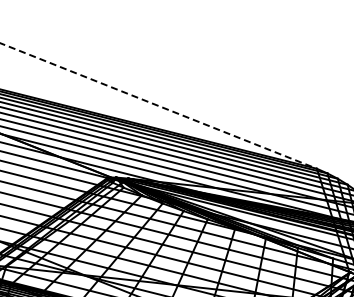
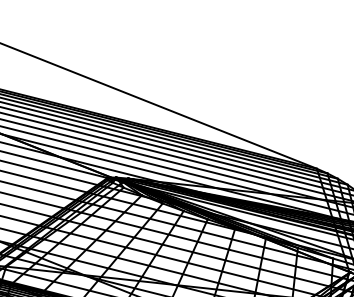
line at (159, 106): dashed -> solid
